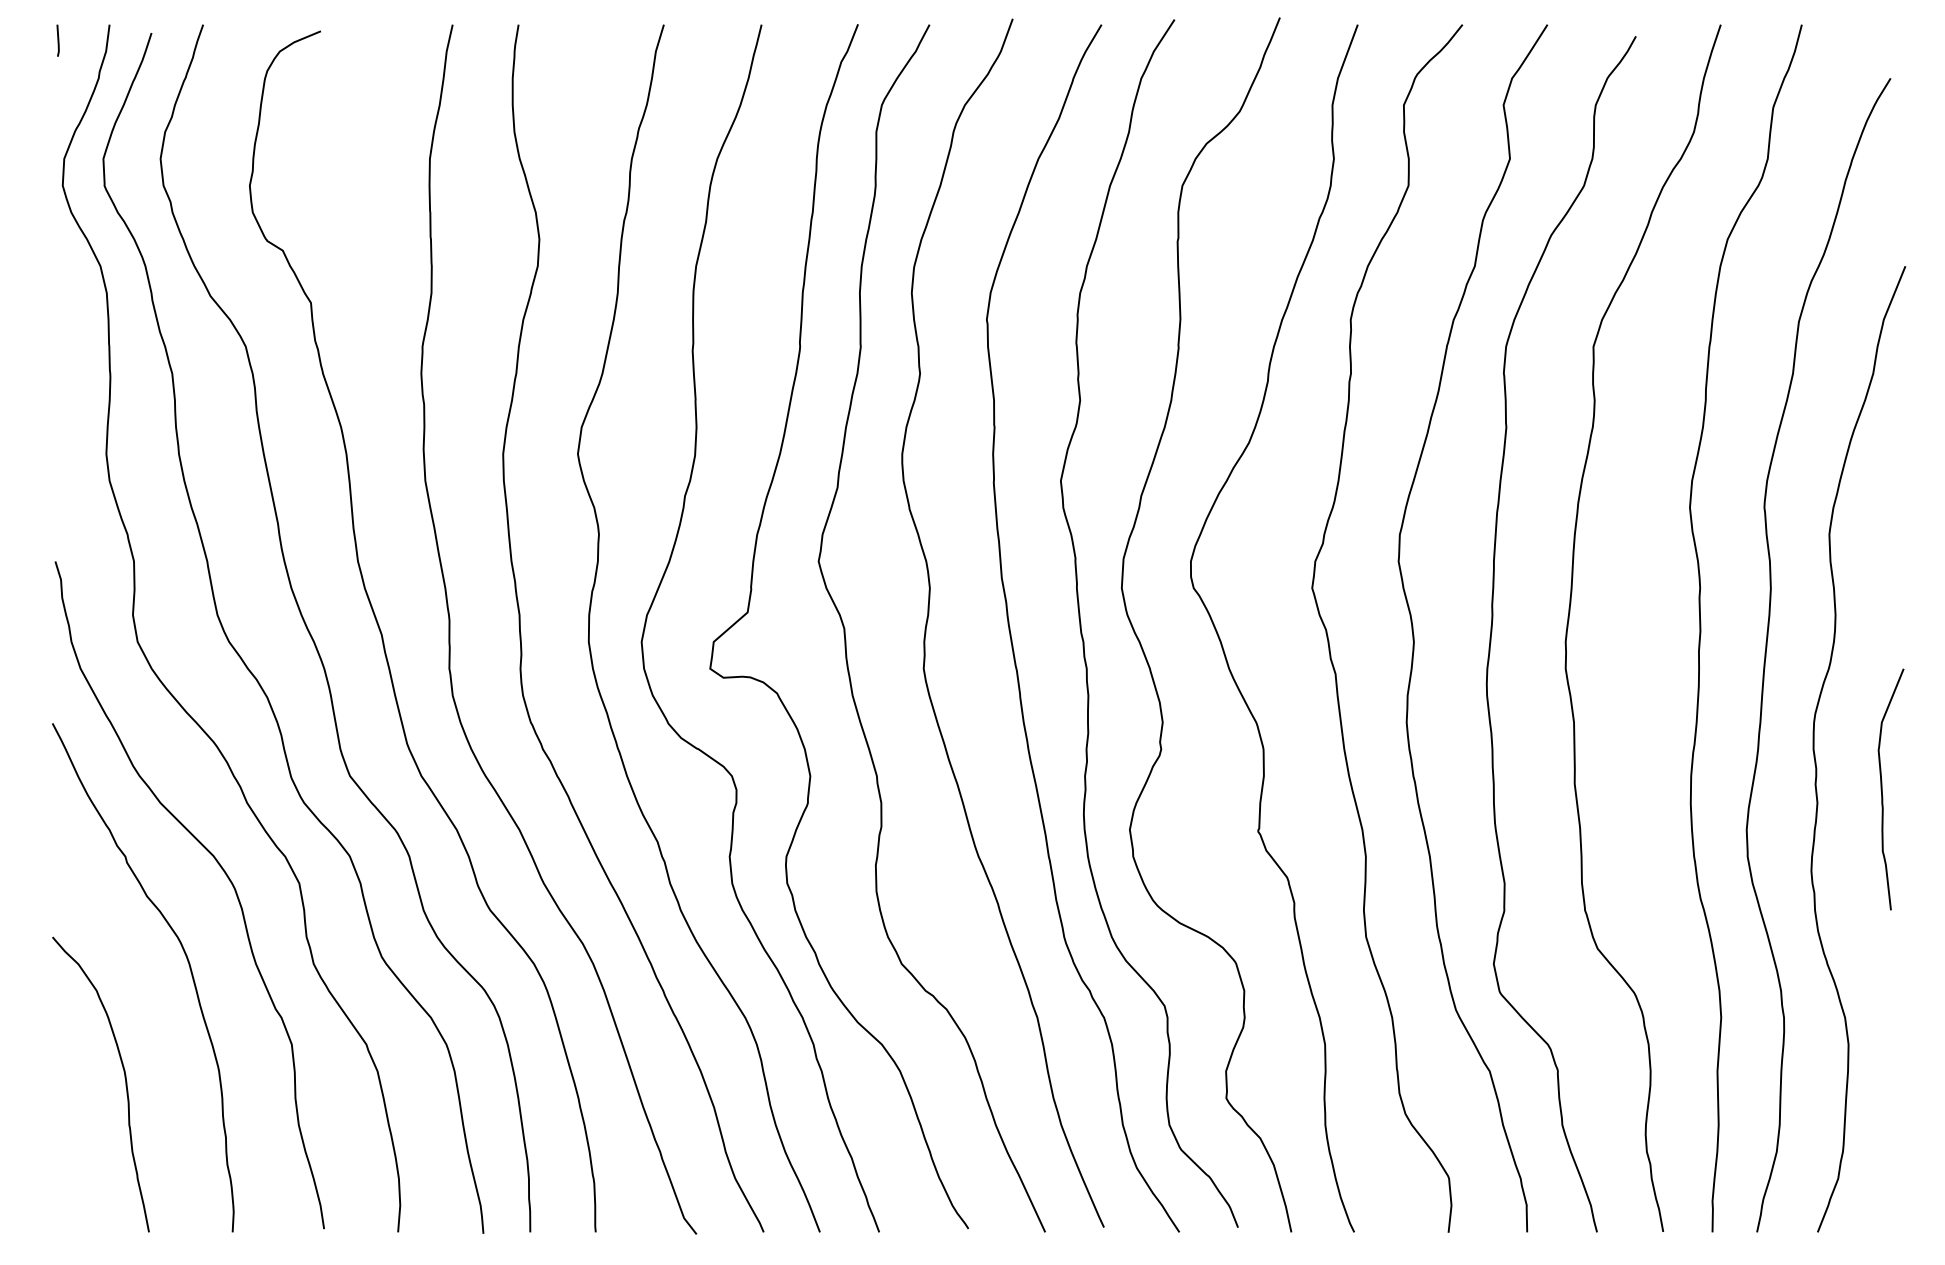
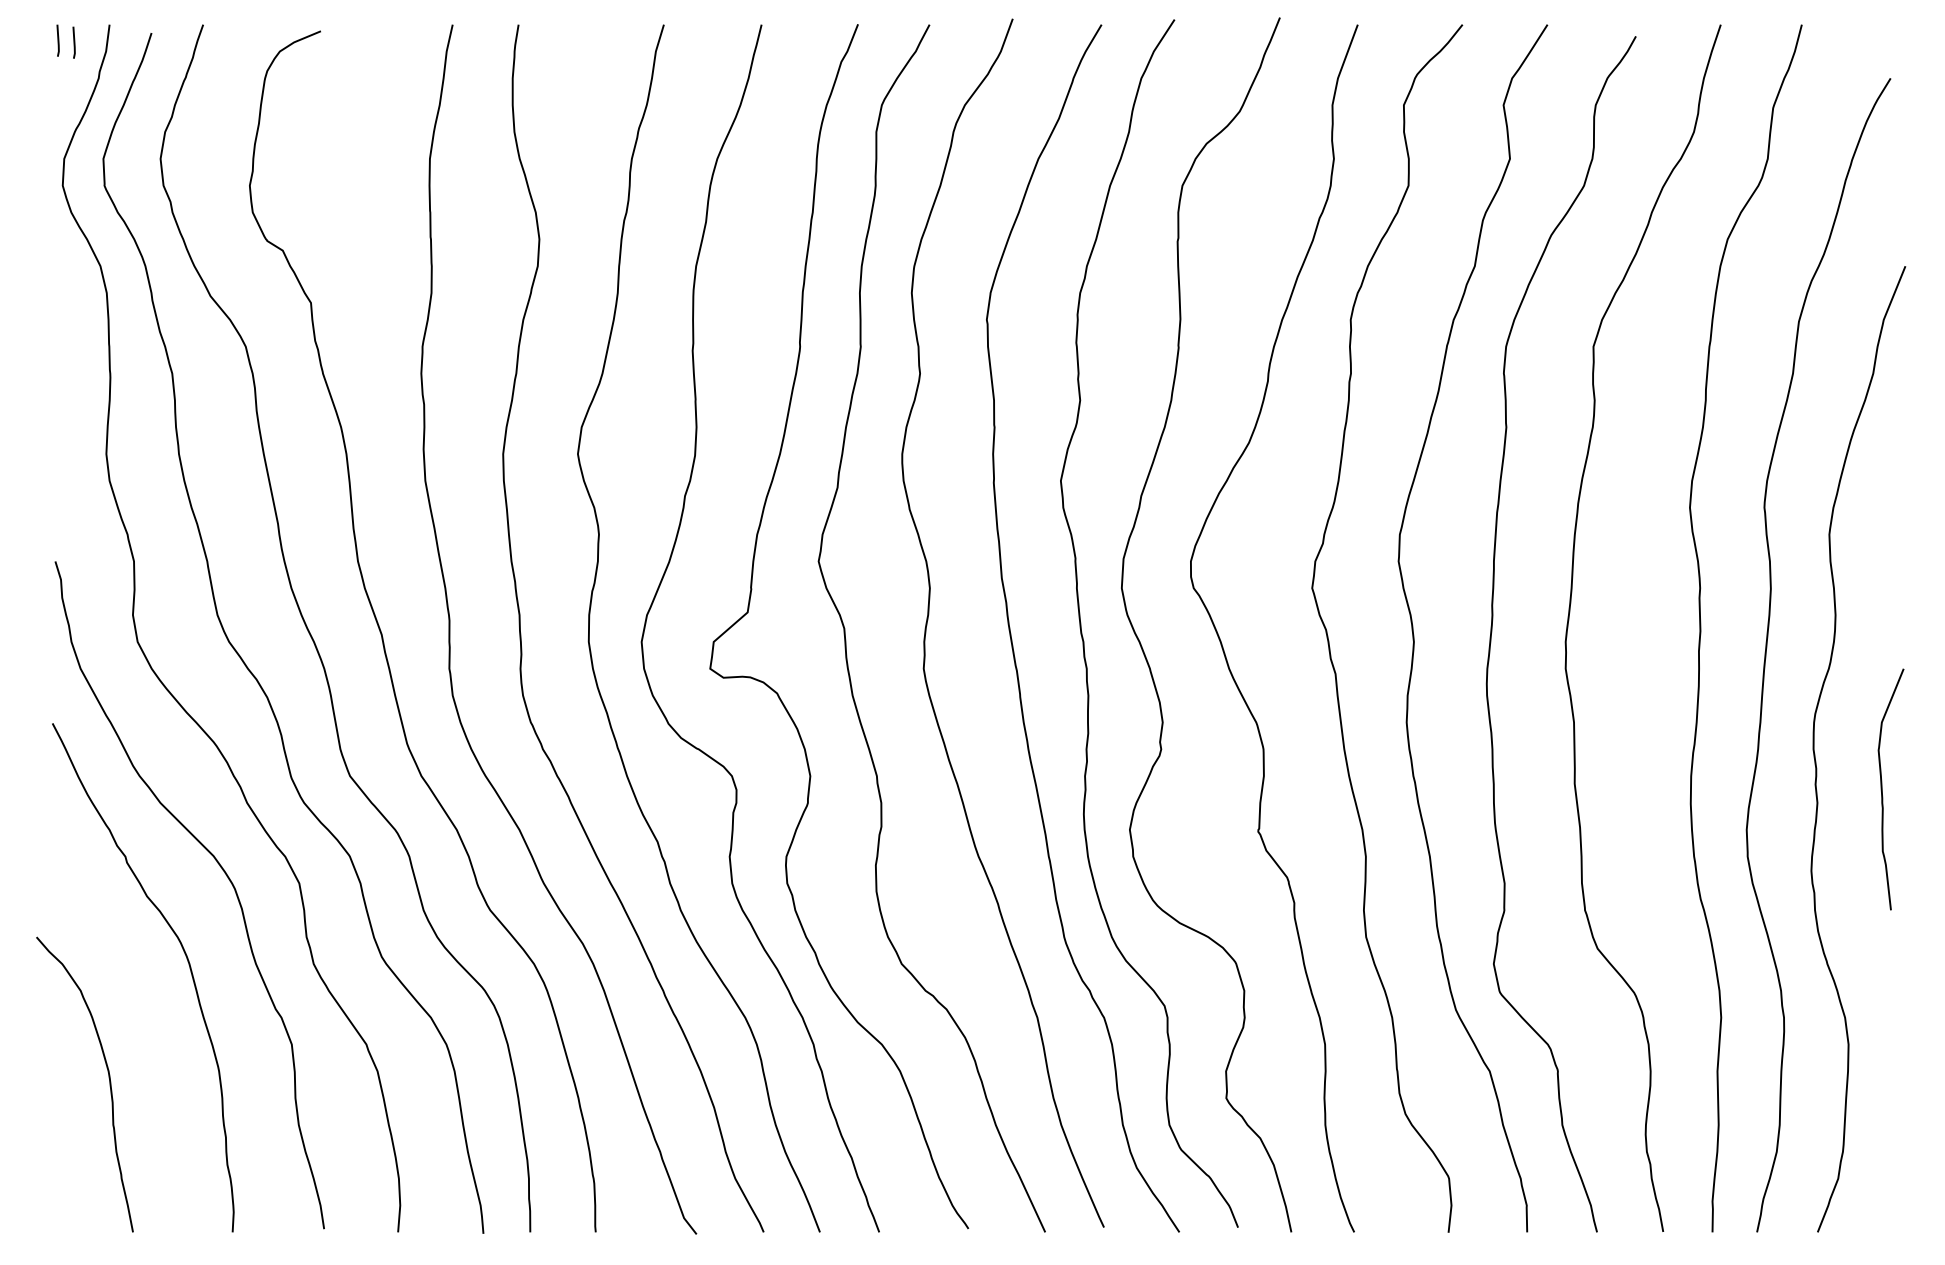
line at (73, 42): none -> present
curve at (124, 1078) position: (124, 1078) -> (108, 1078)
